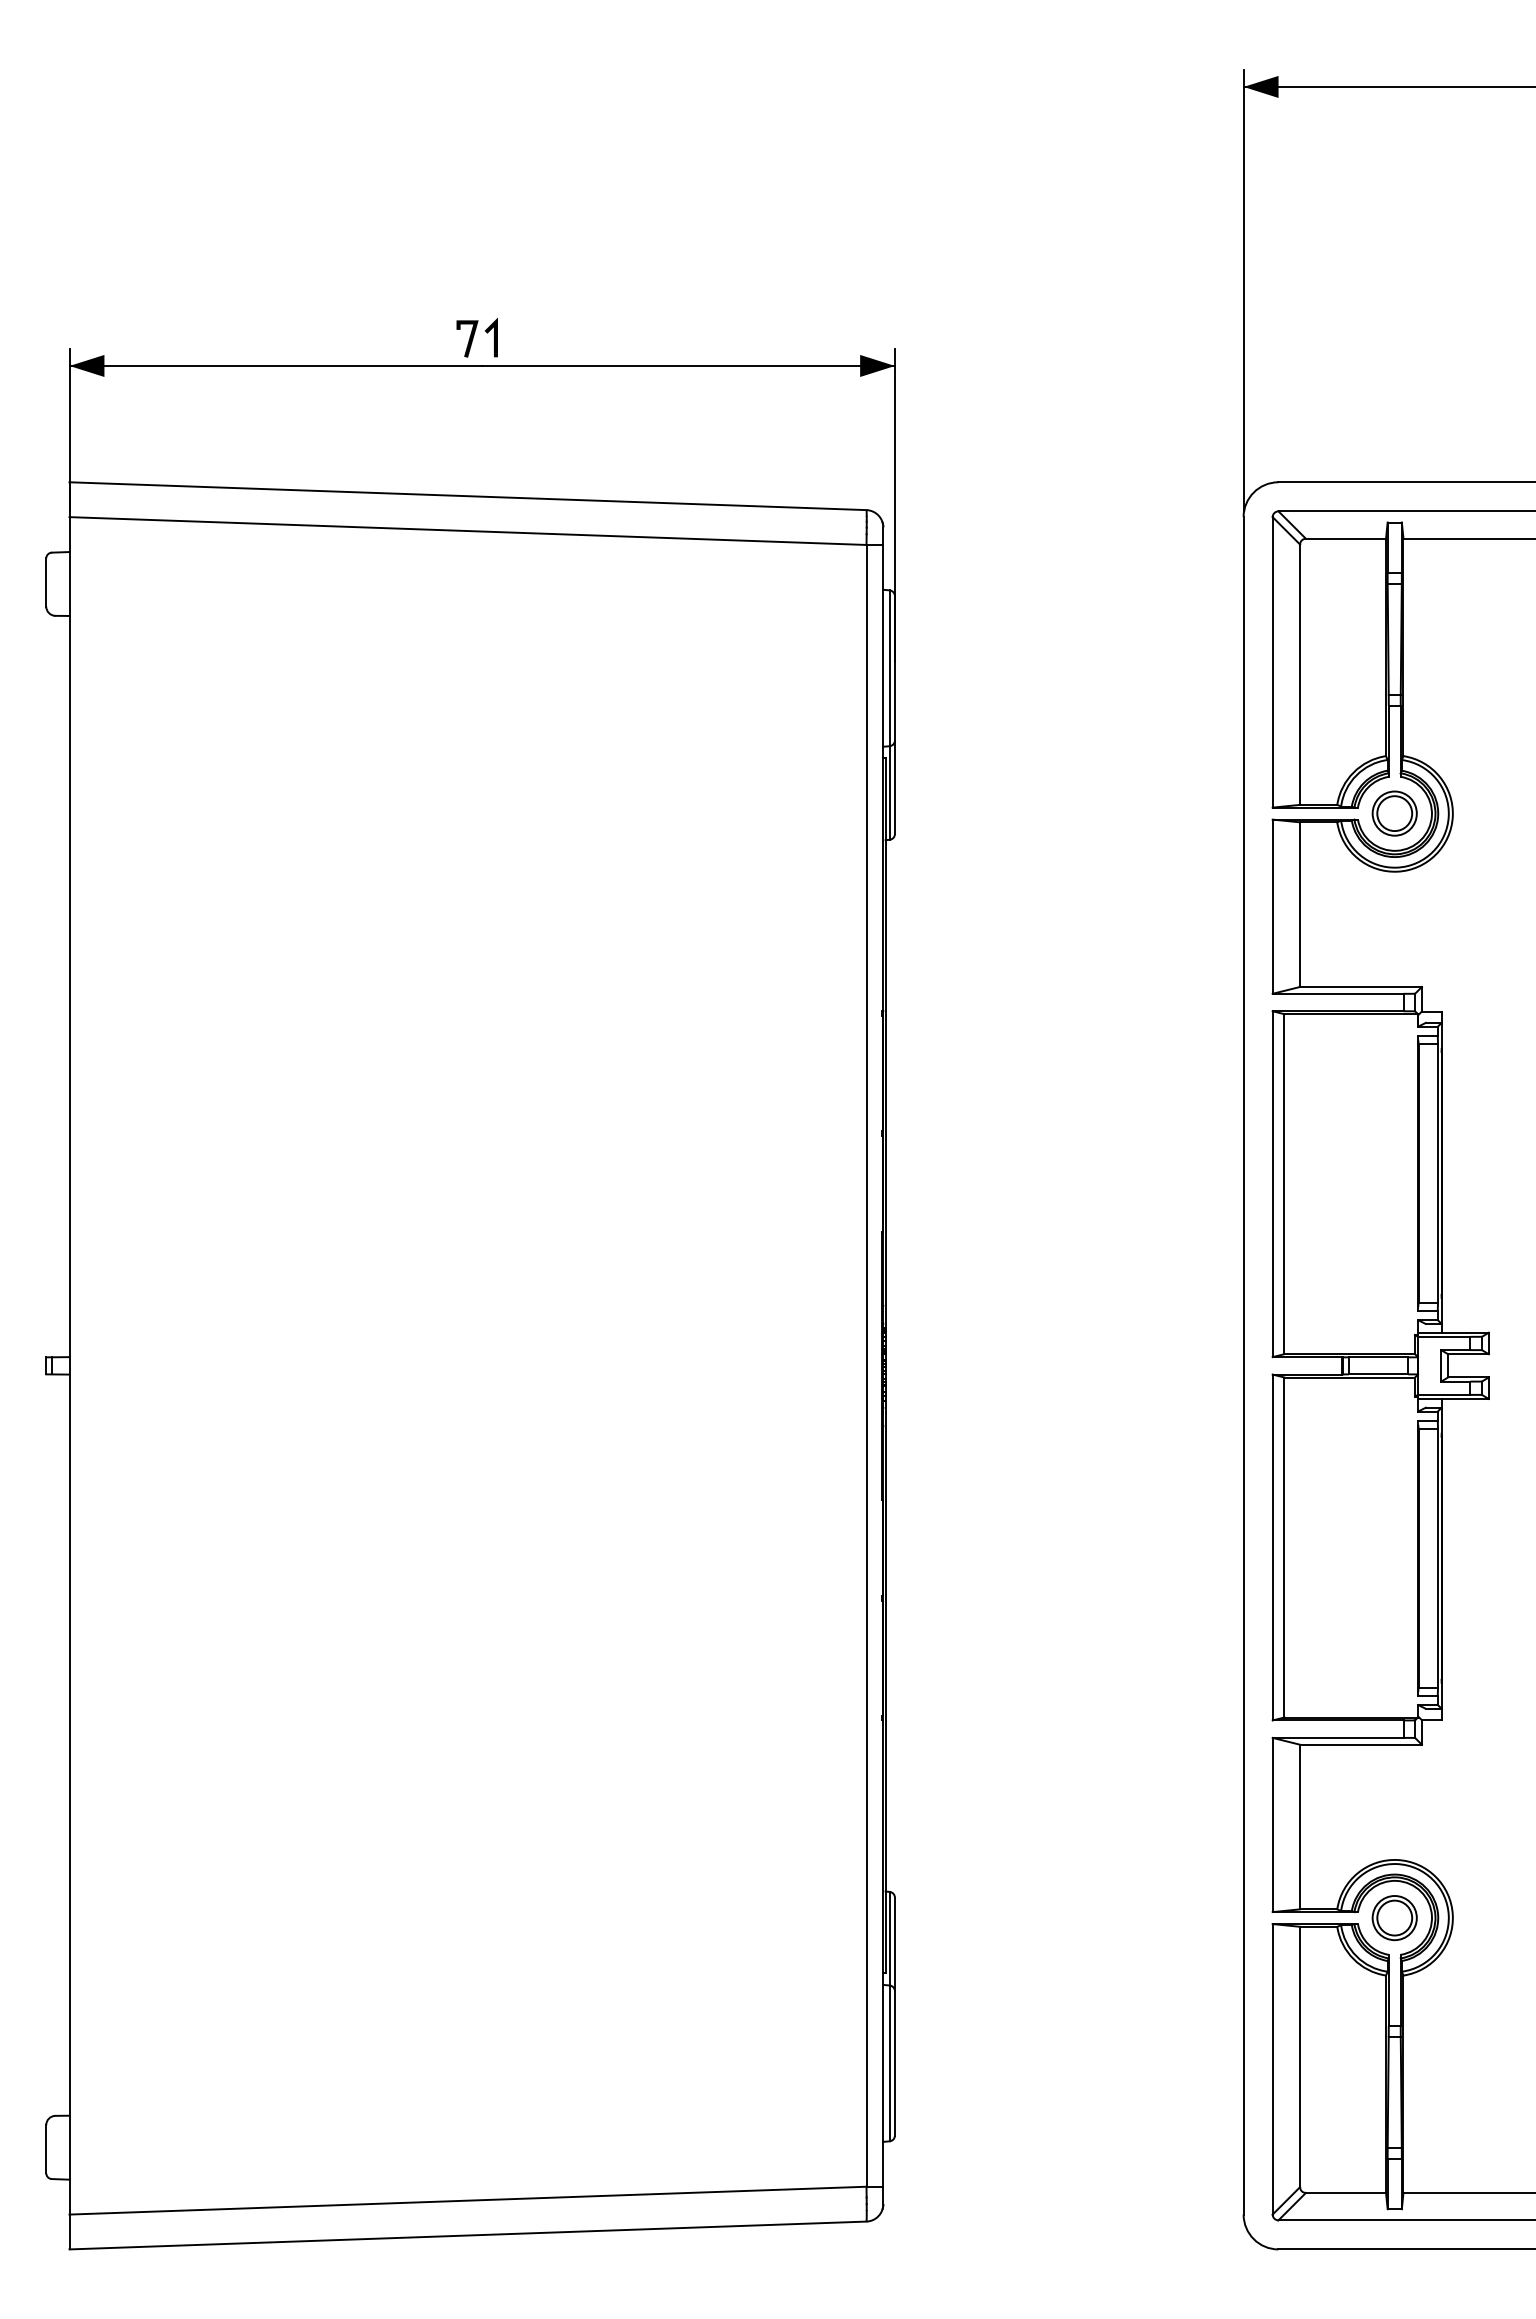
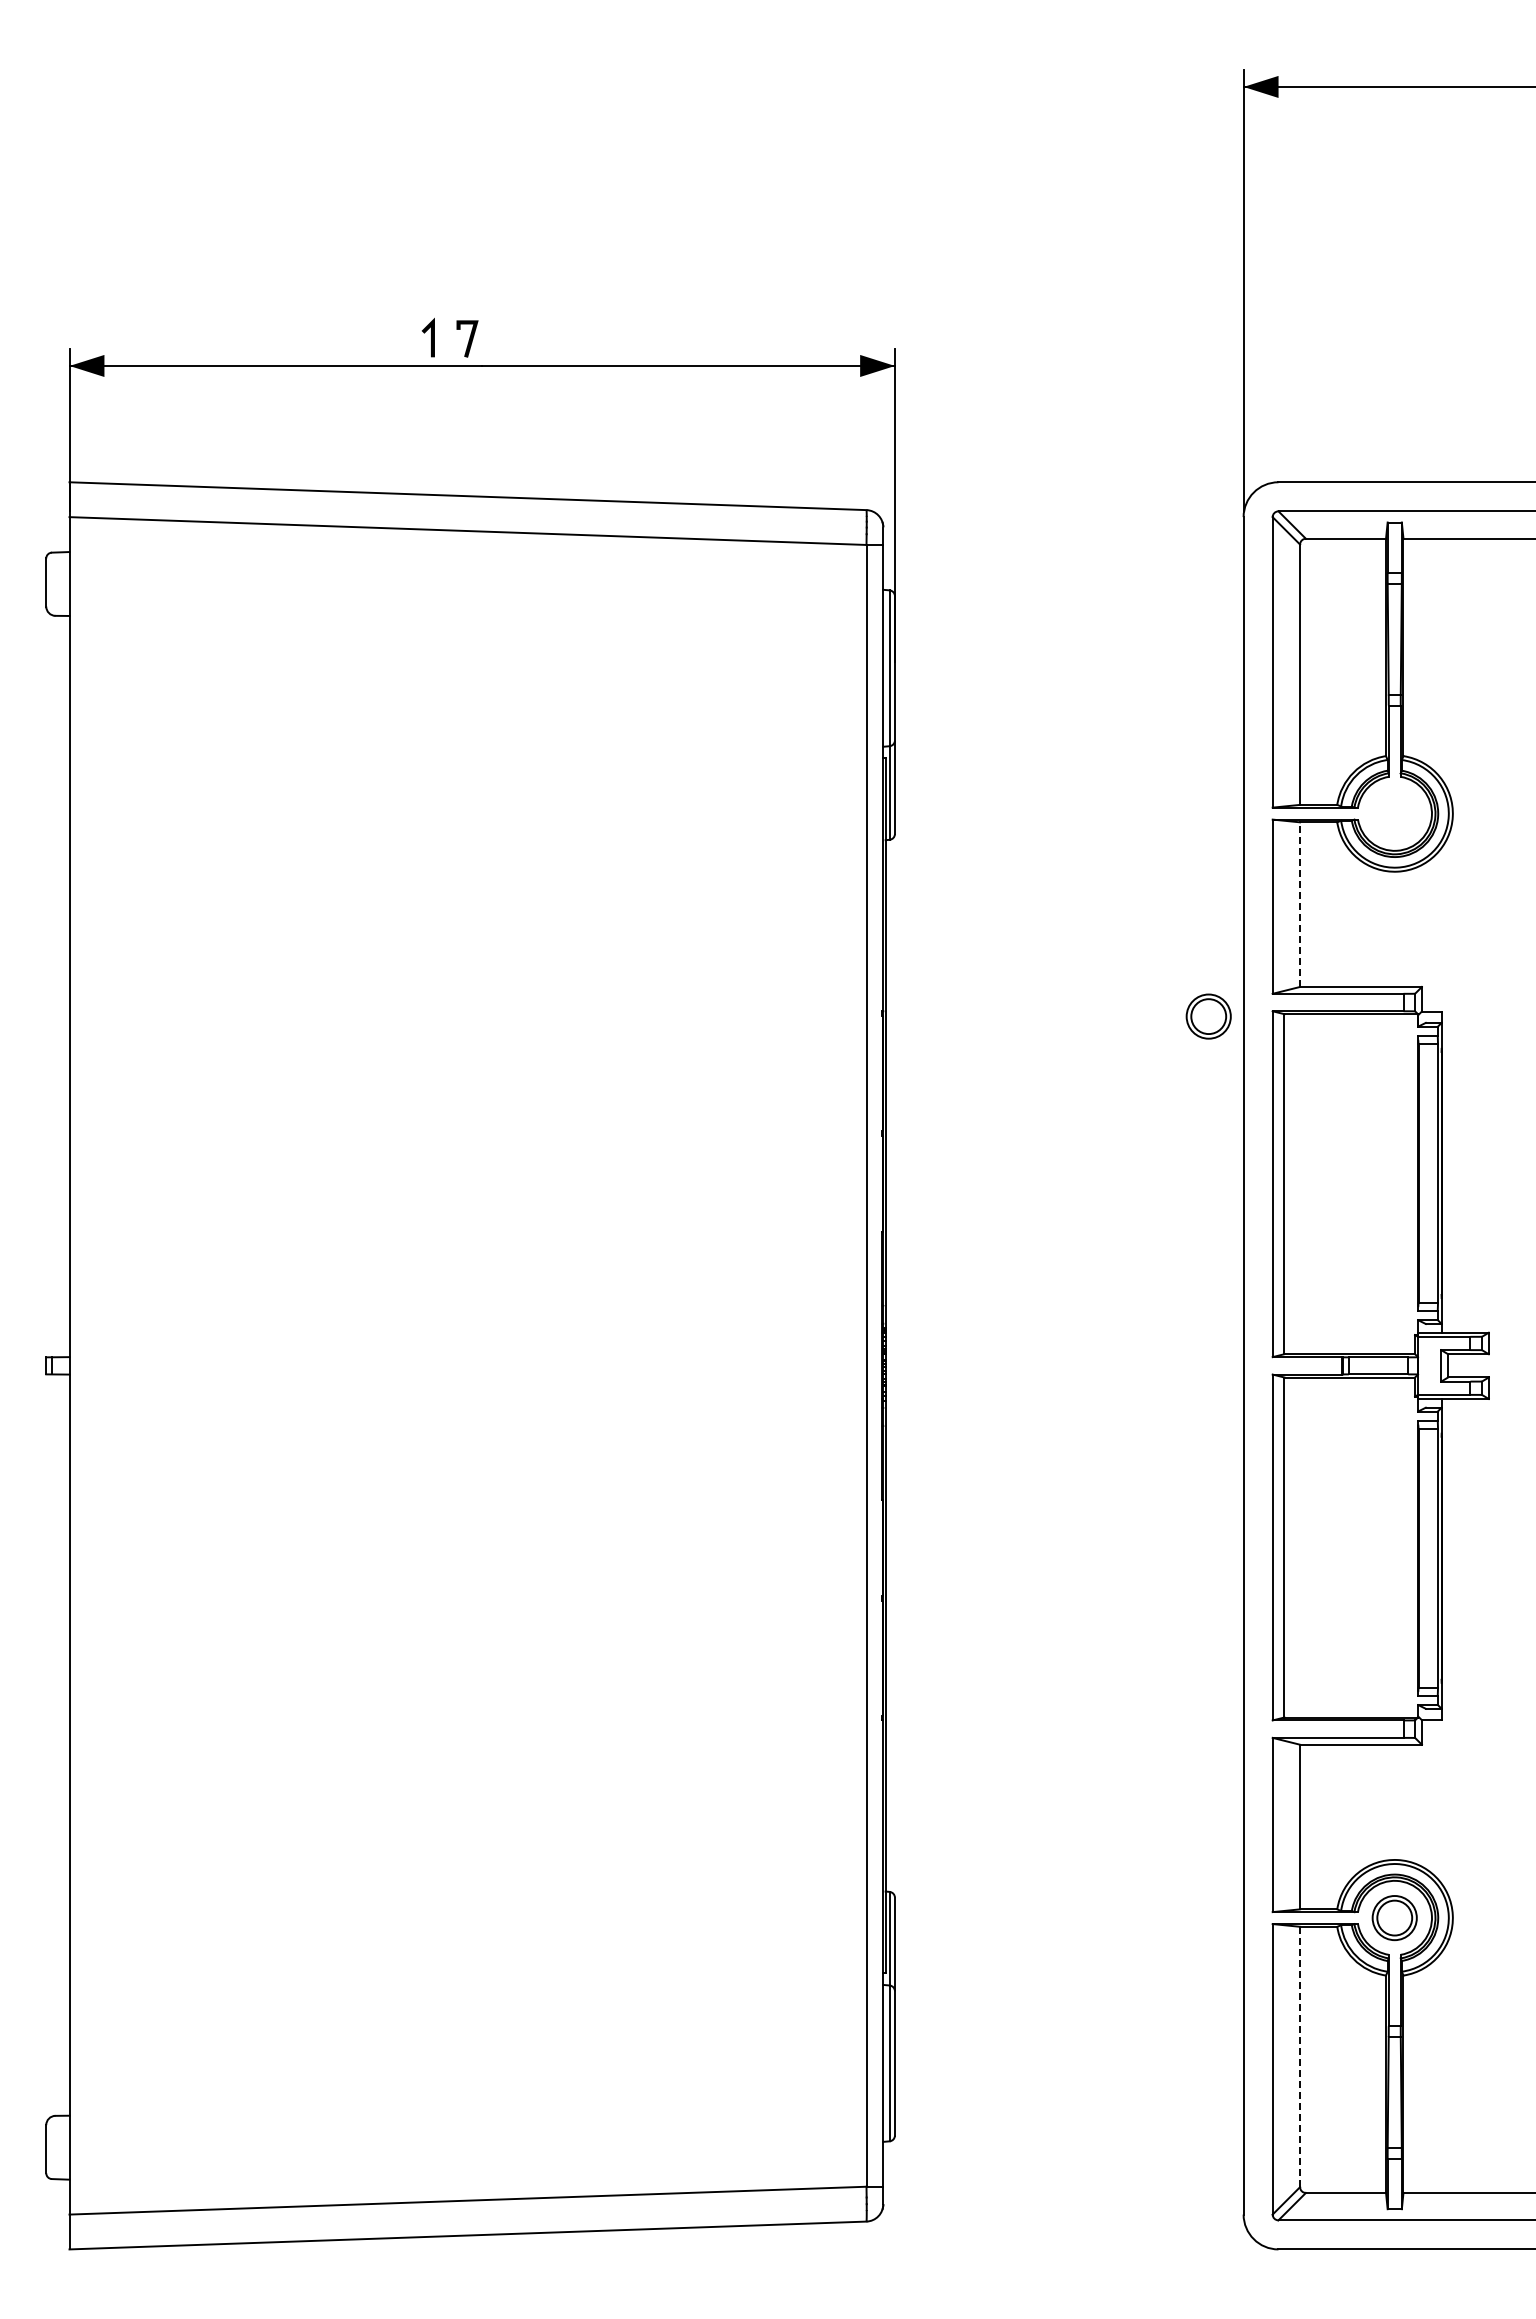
line at (494, 337) position: (494, 337) -> (431, 337)
part at (1394, 813) position: (1394, 813) -> (1208, 1016)
line at (1300, 904): solid -> dashed
line at (1300, 2056): solid -> dashed
